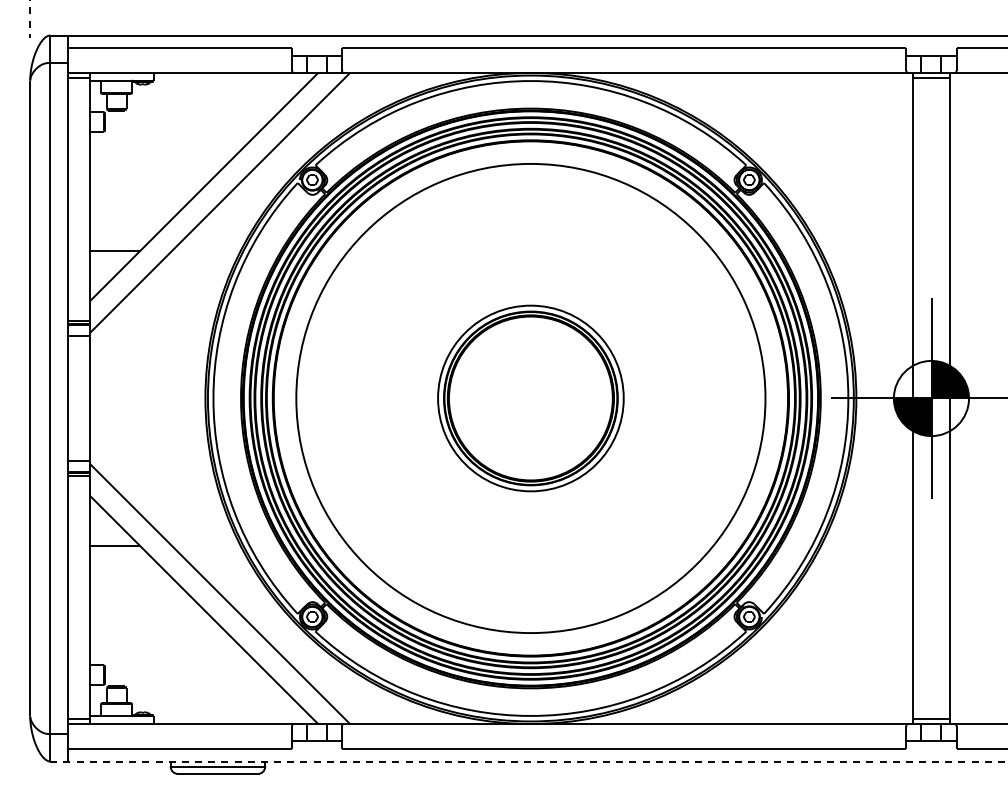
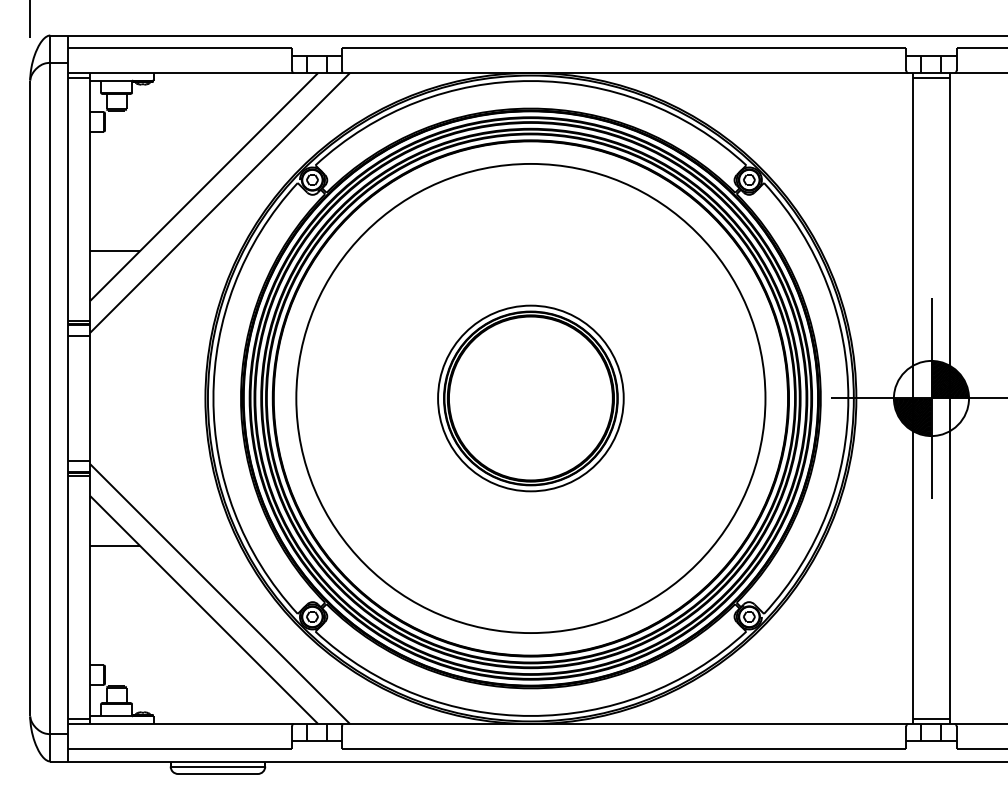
line at (30, 19): dashed -> solid
line at (529, 761): dashed -> solid
